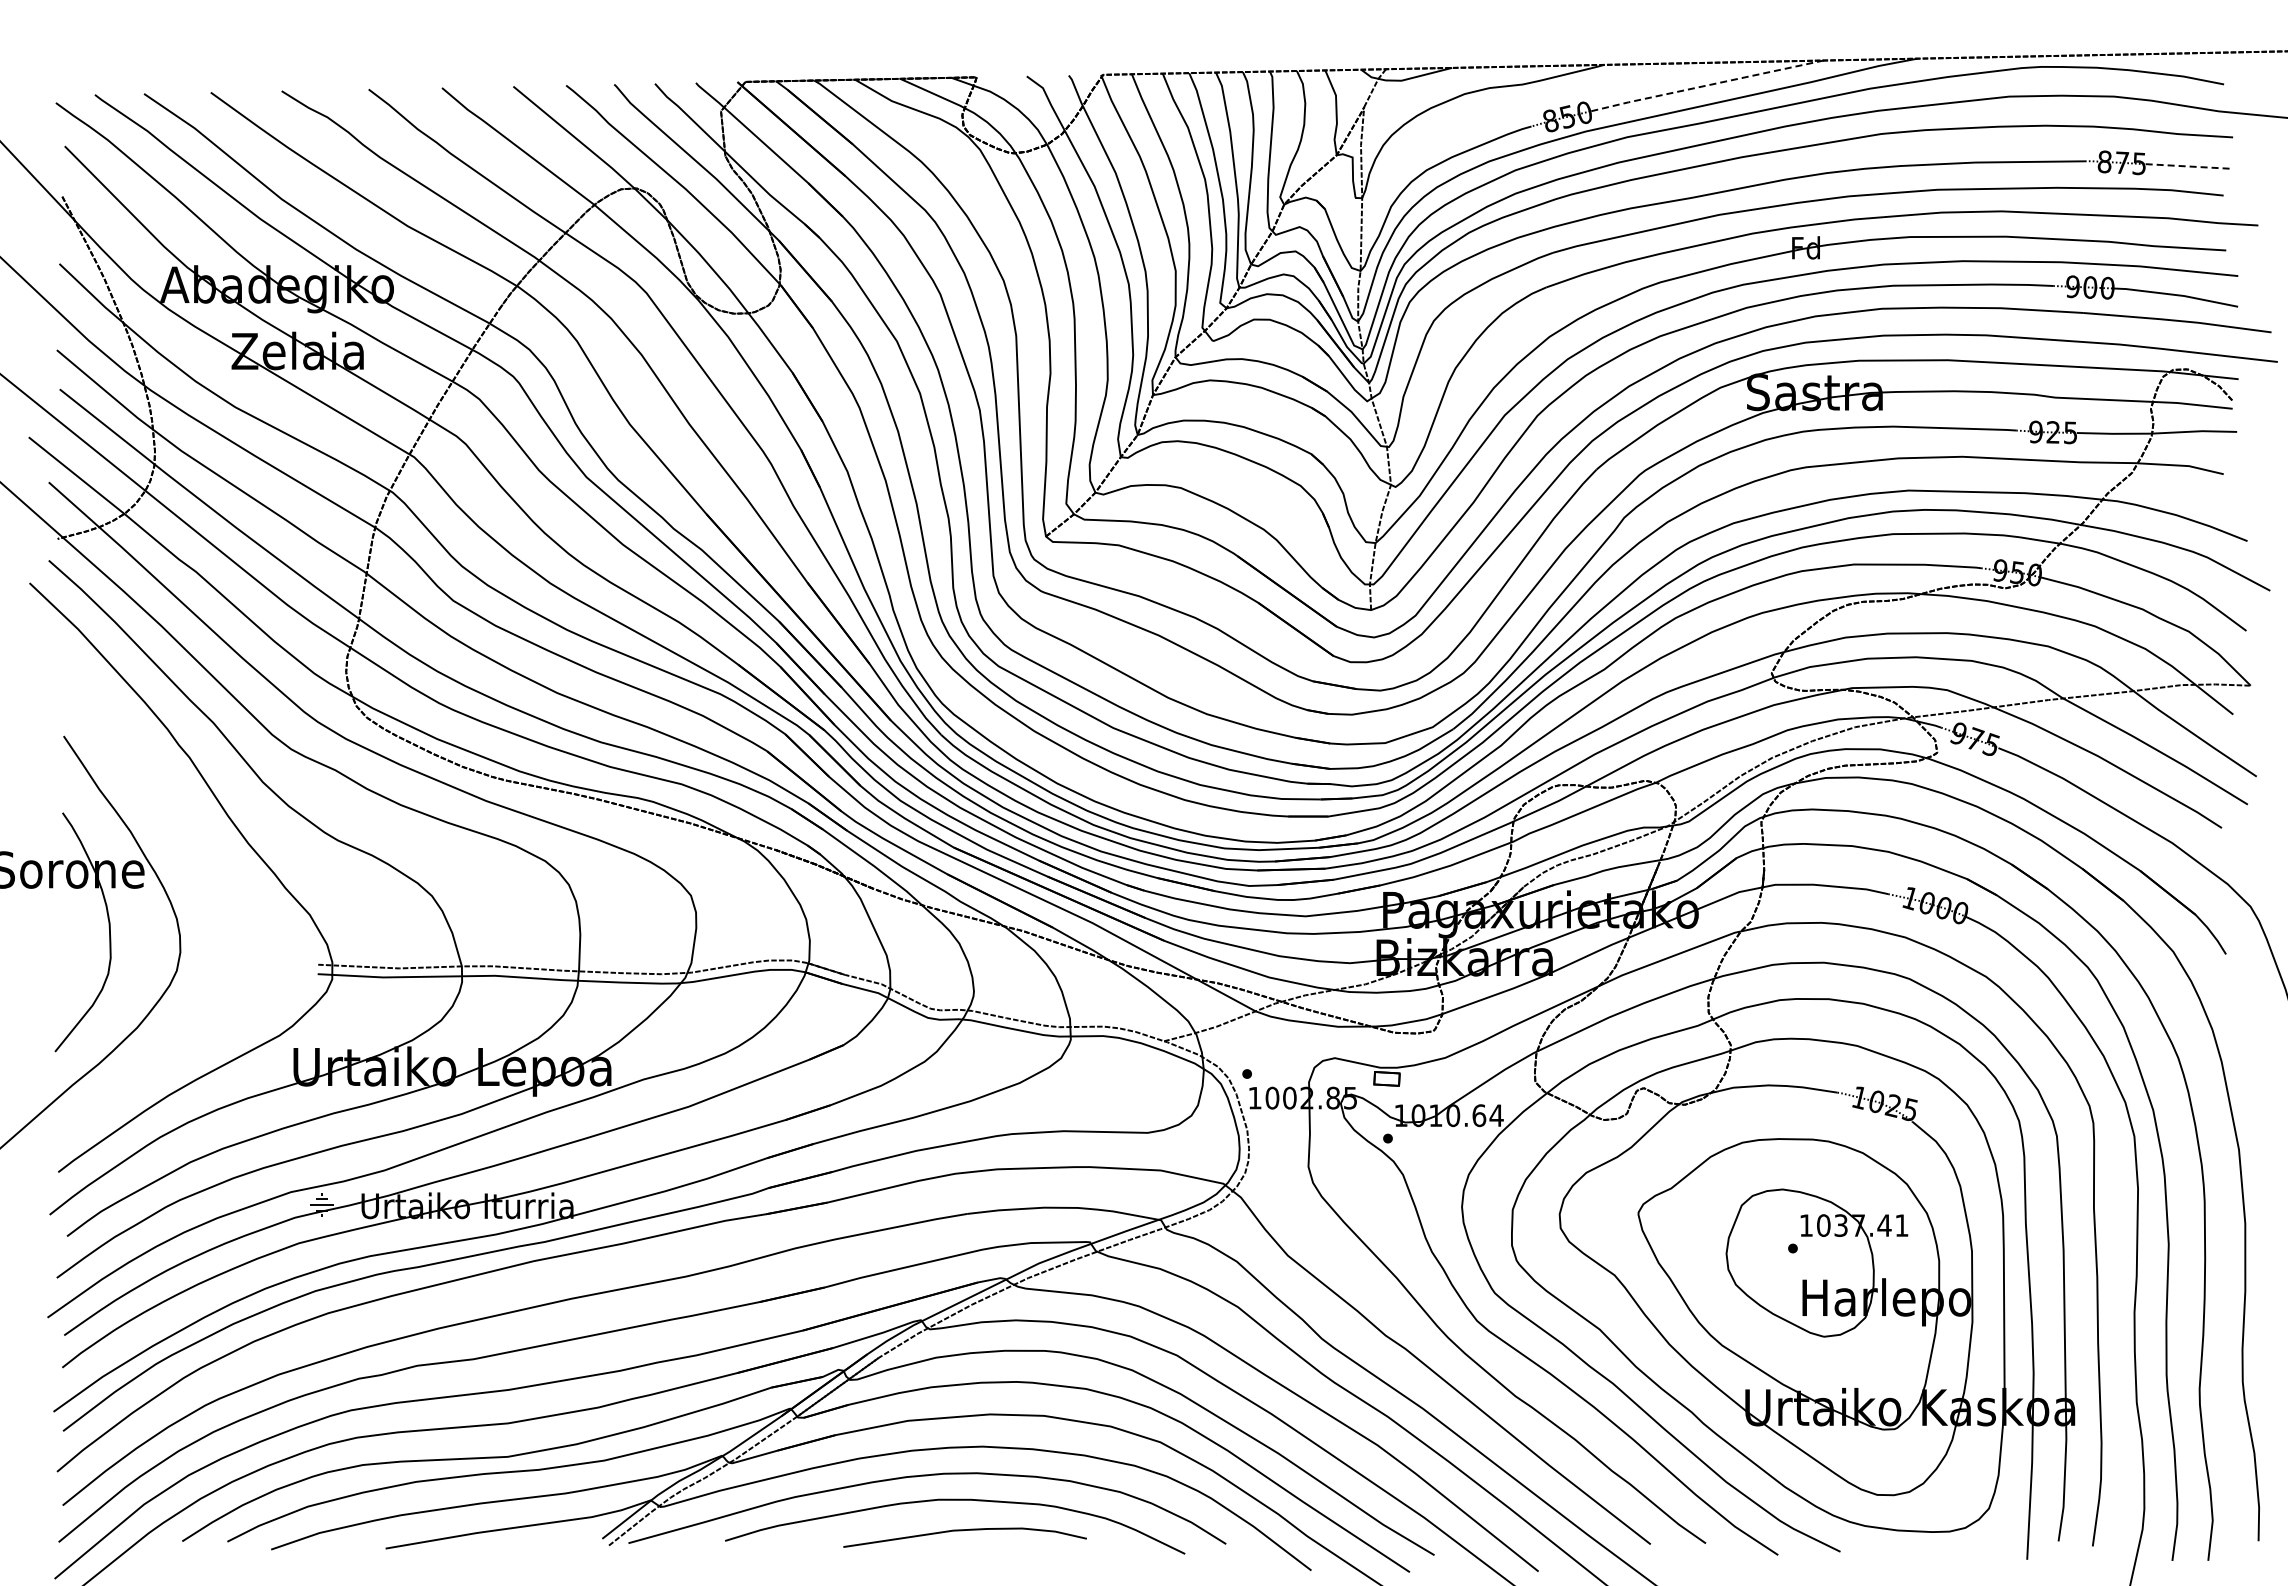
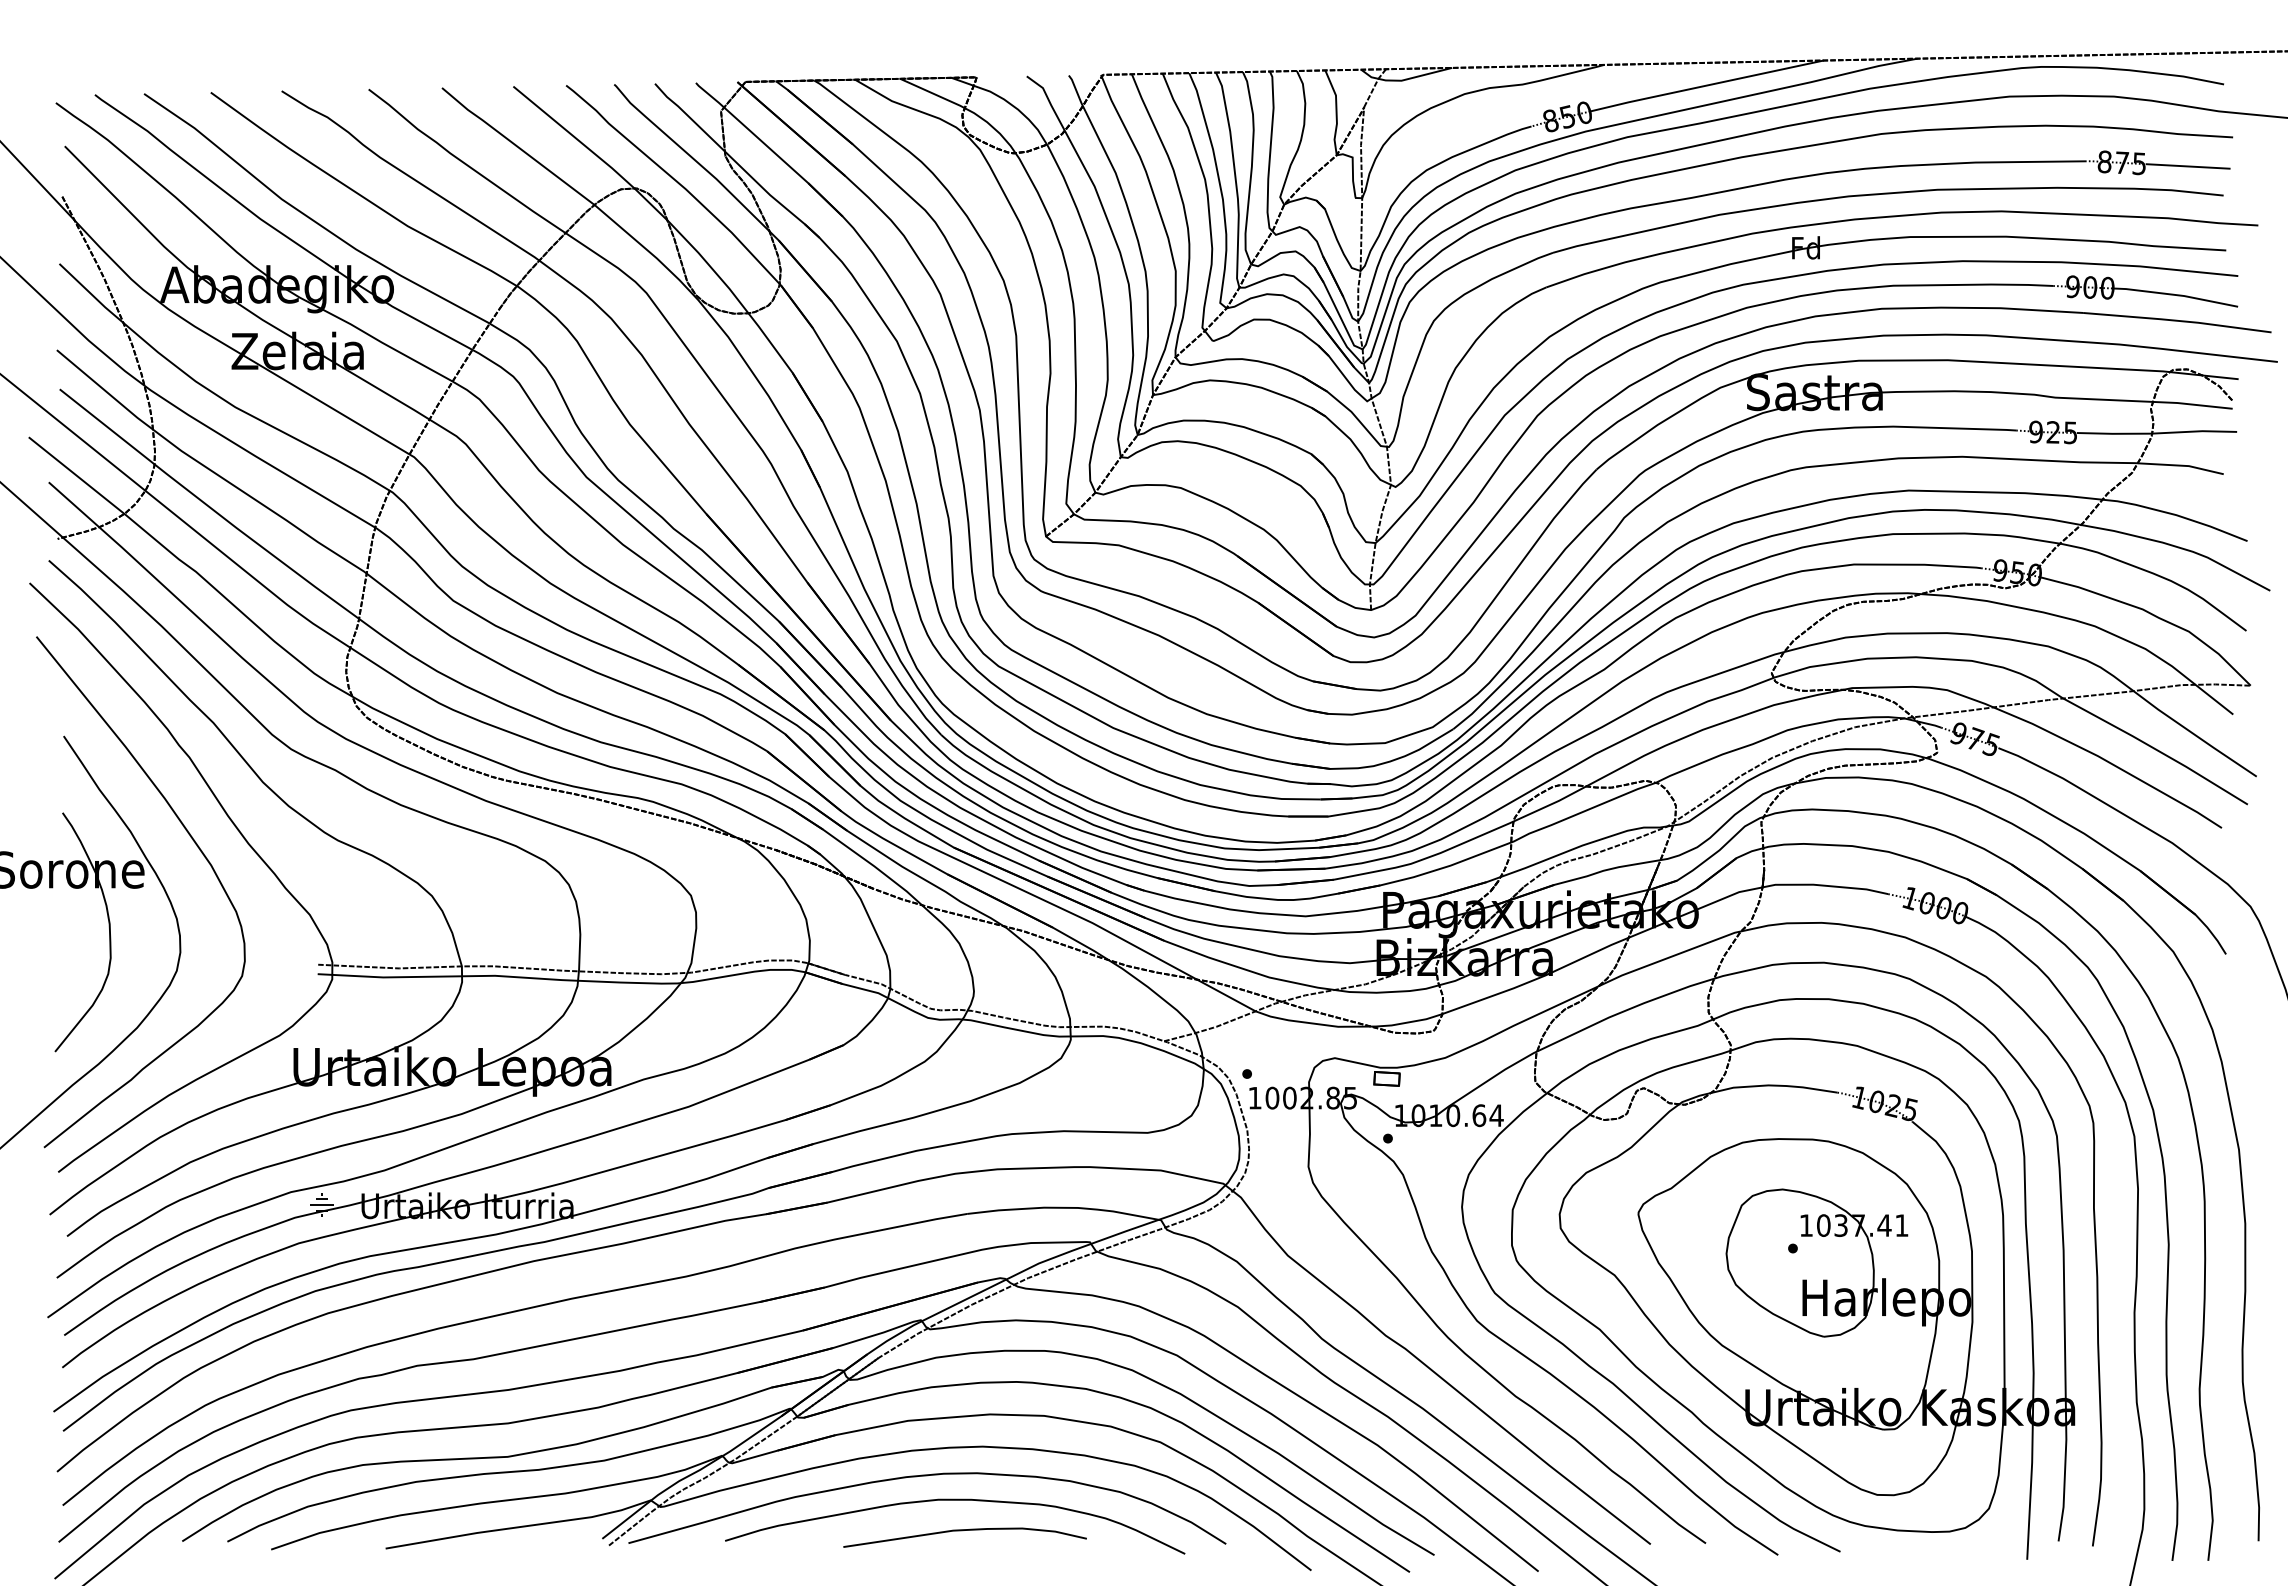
line at (1705, 85): dashed -> solid
line at (2188, 166): dashed -> solid
curve at (201, 853): none -> present
